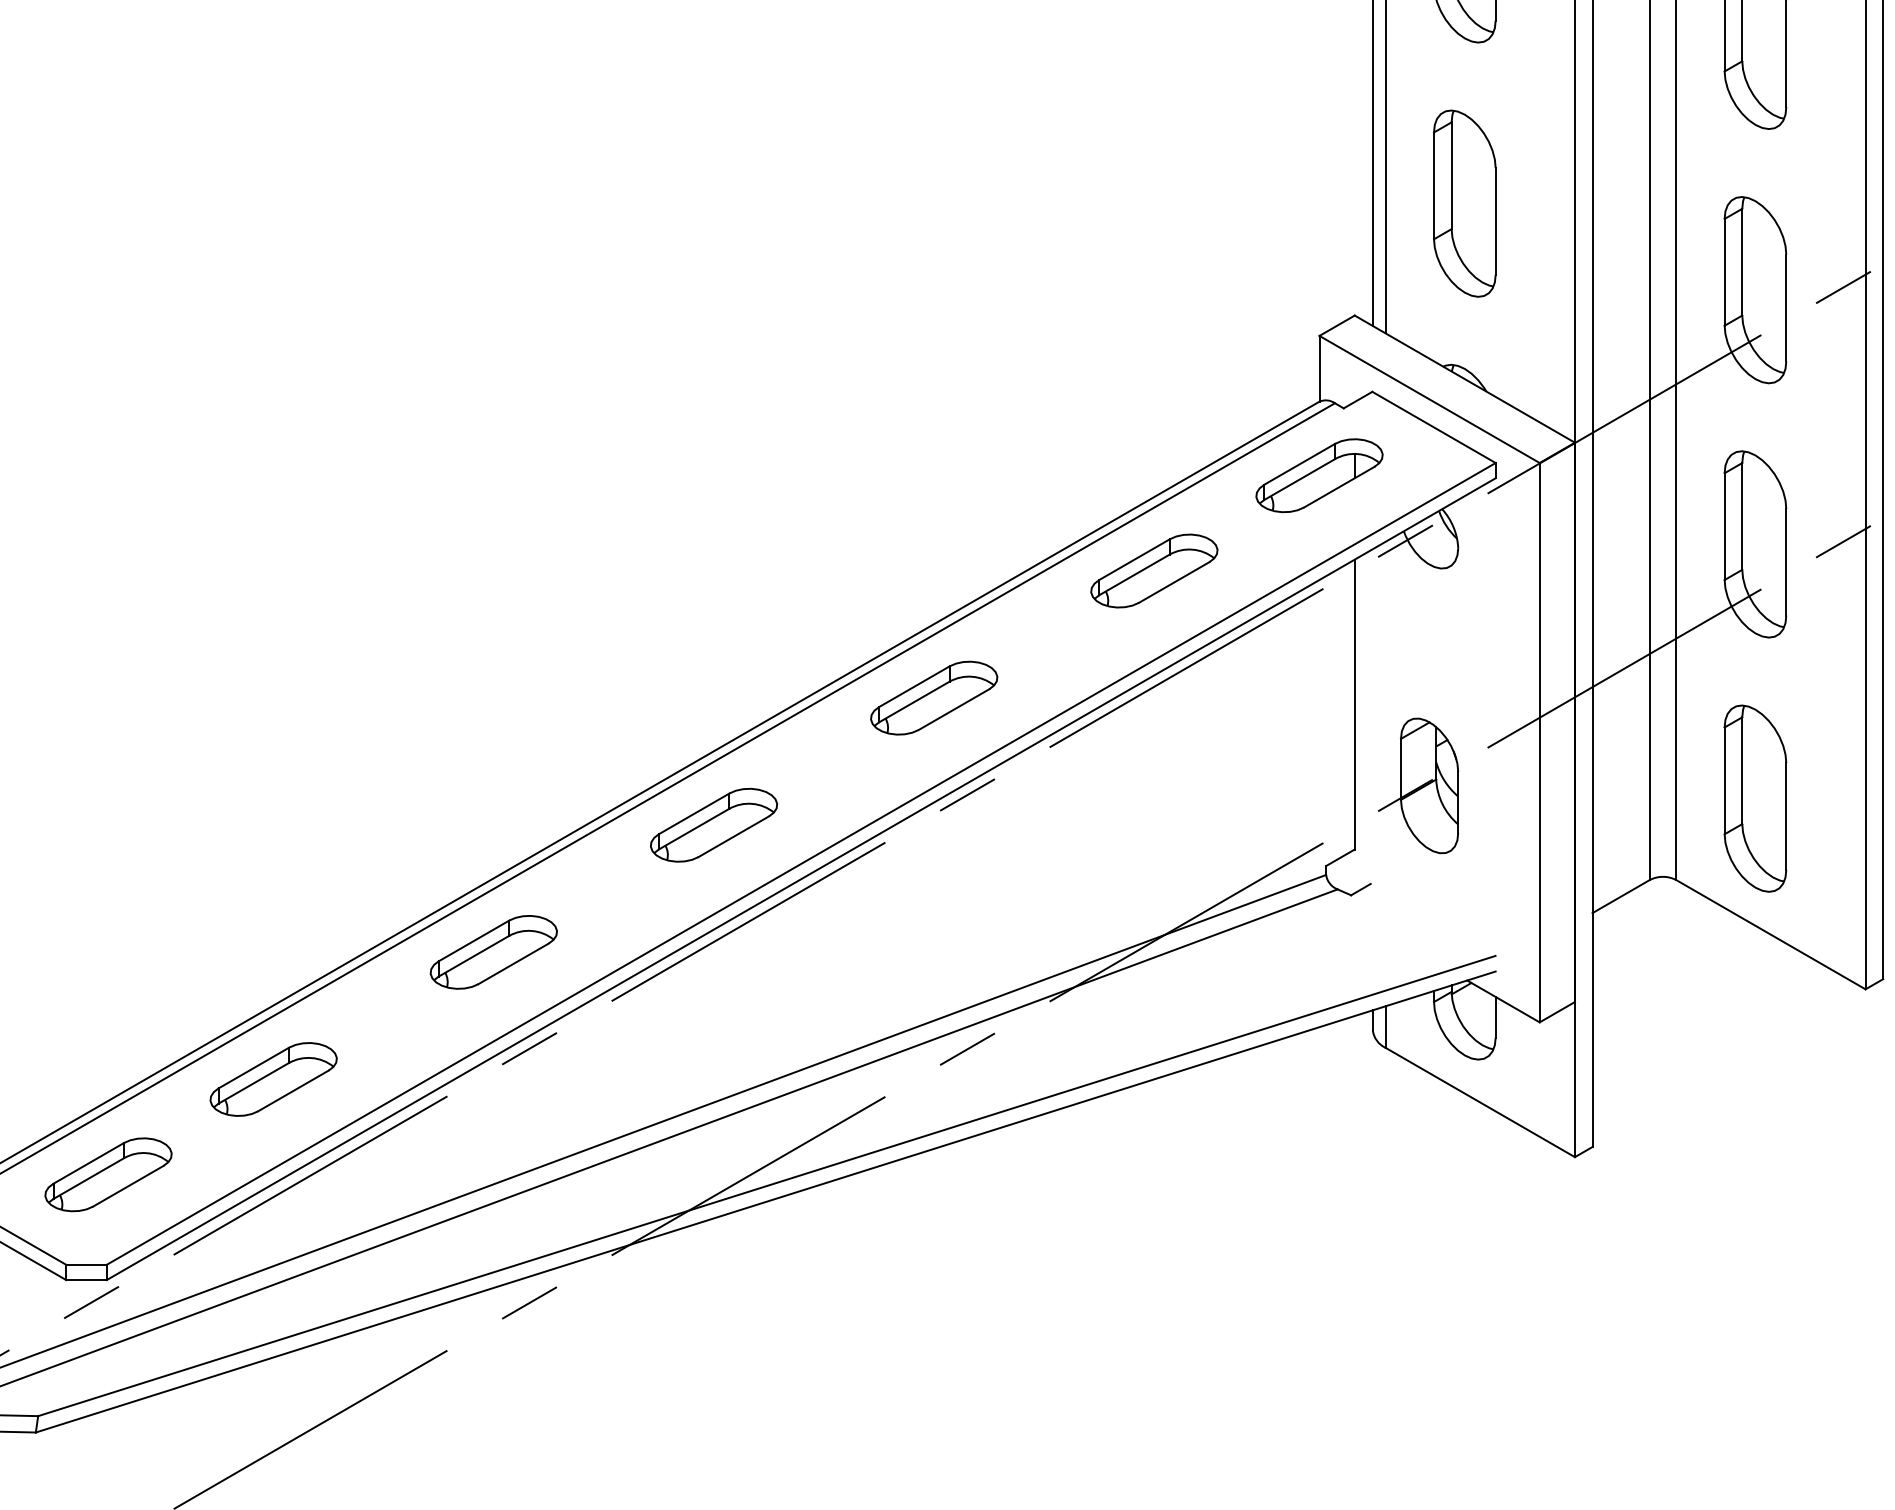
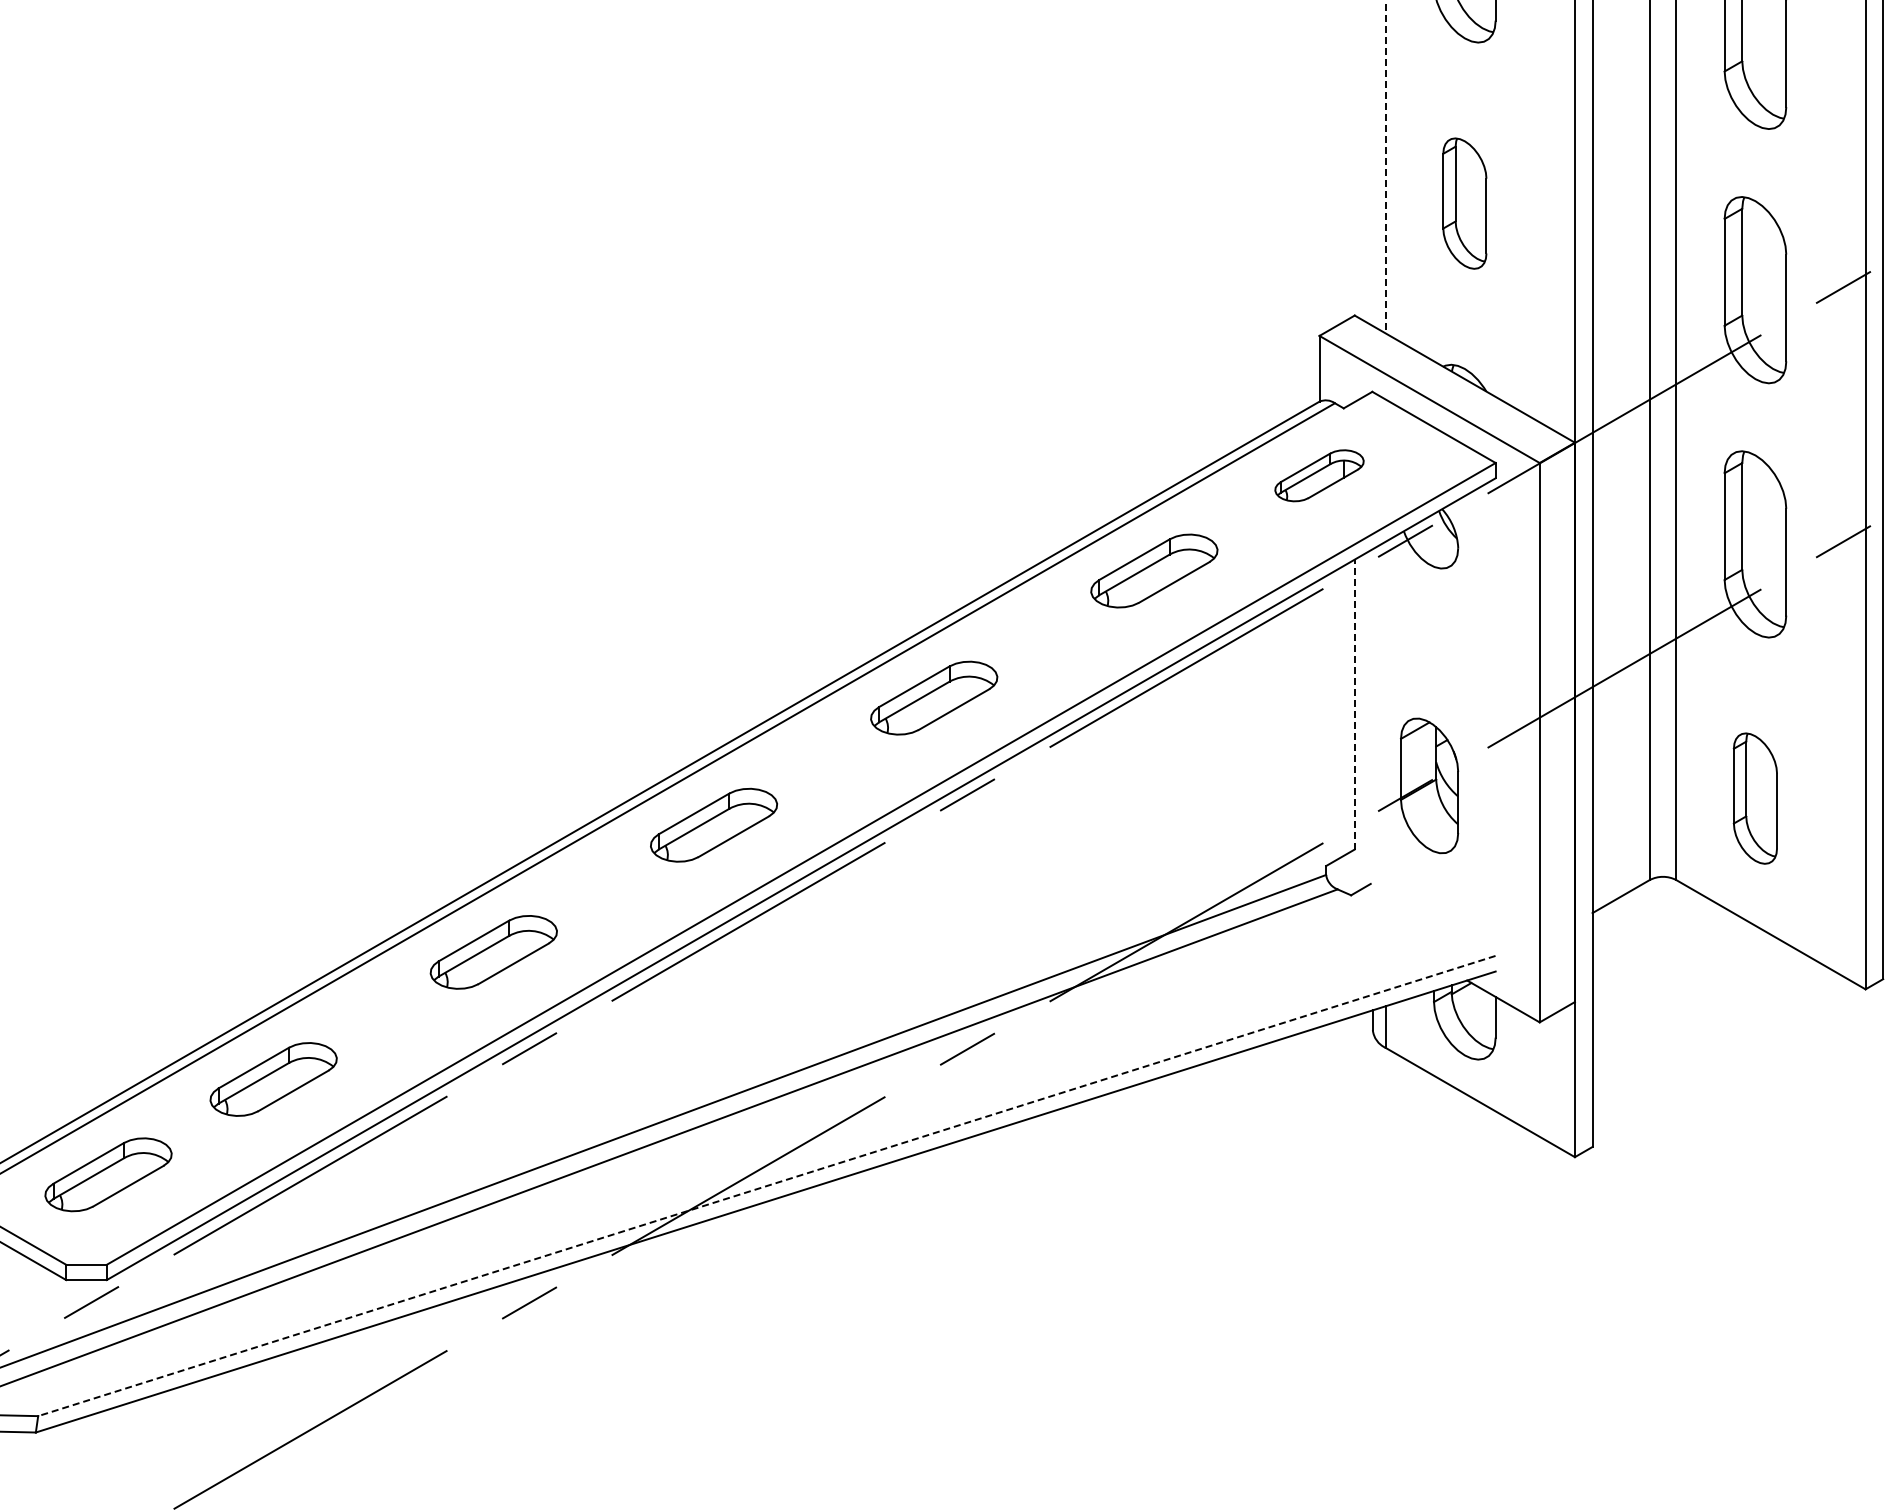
line at (1372, 164): present -> none
line at (1385, 167): solid -> dashed
part at (1464, 203) size: 64x189 px -> 46x133 px
part at (1319, 475) size: 129x76 px -> 91x54 px
line at (1354, 704): solid -> dashed
part at (1755, 798) size: 65x189 px -> 46x133 px
line at (766, 1186): solid -> dashed
